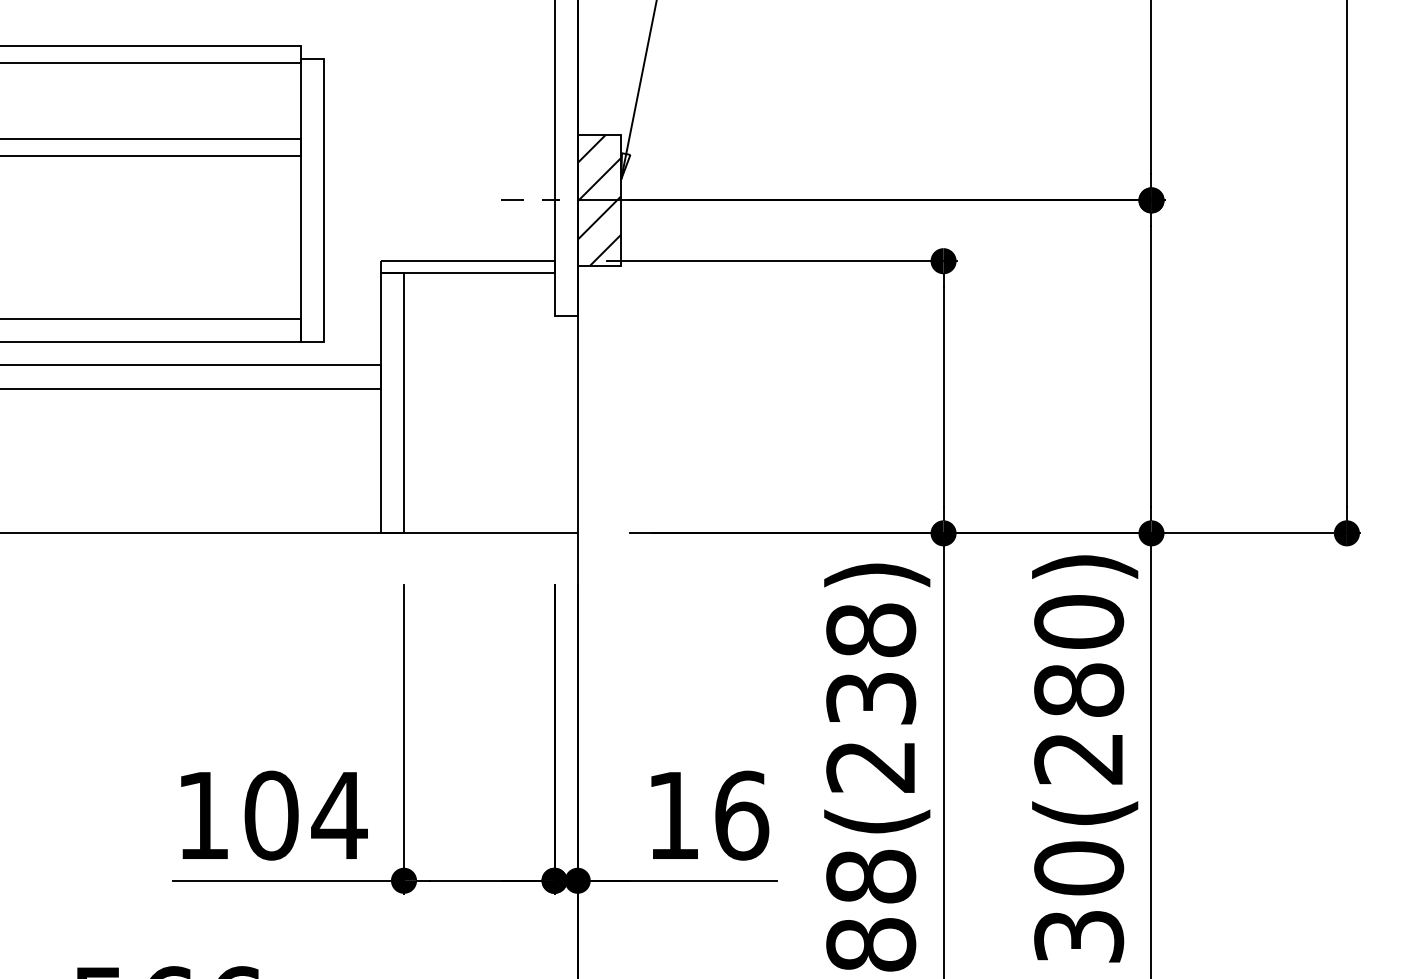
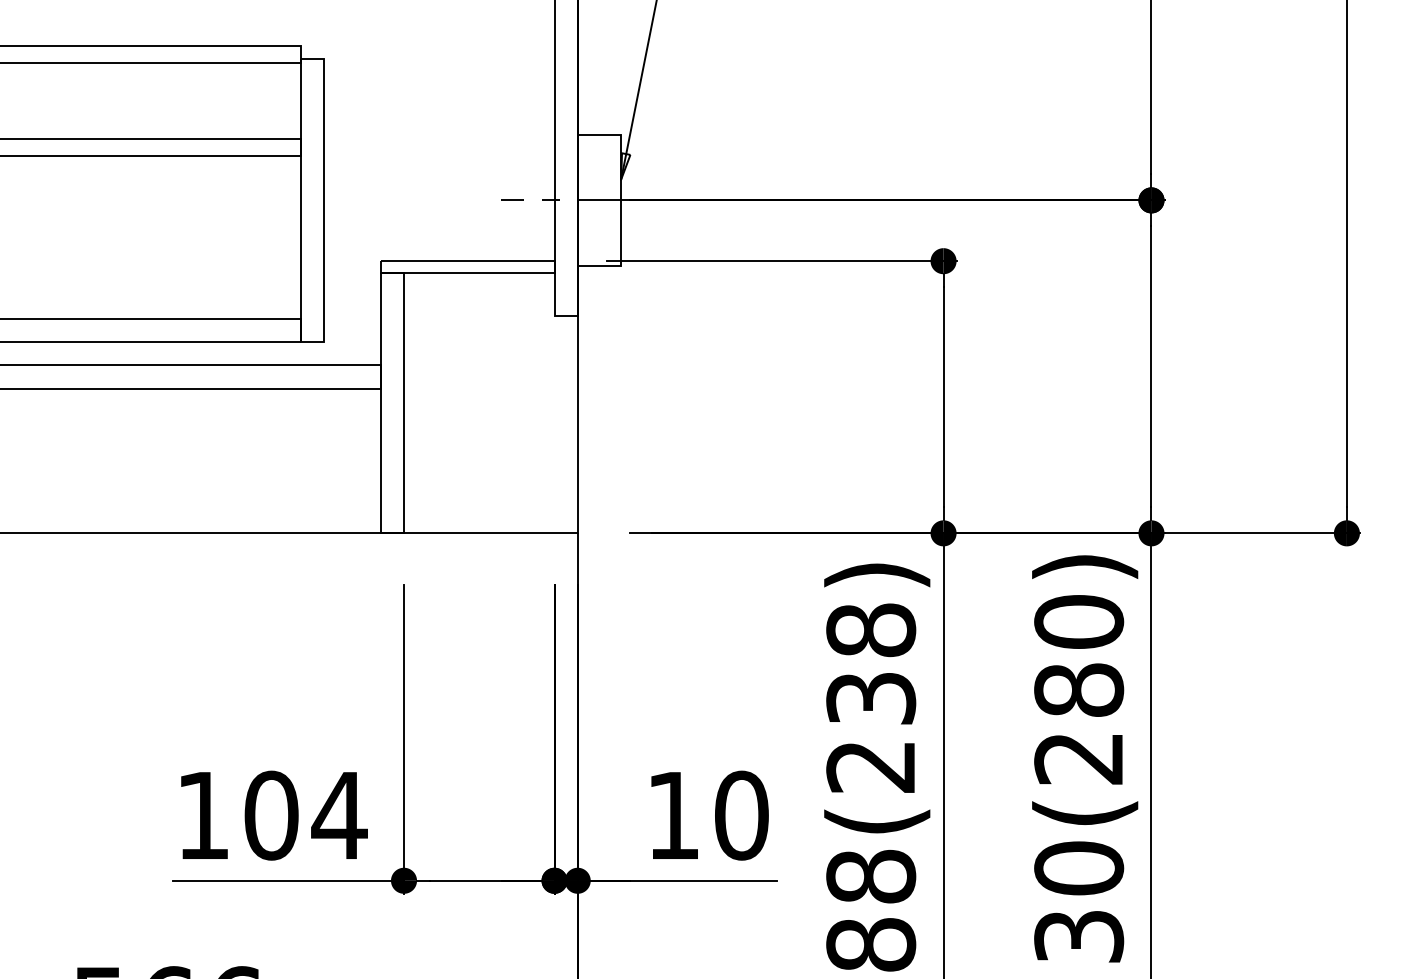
hatch at (599, 200): present -> none
text at (742, 815): 16 -> 10
